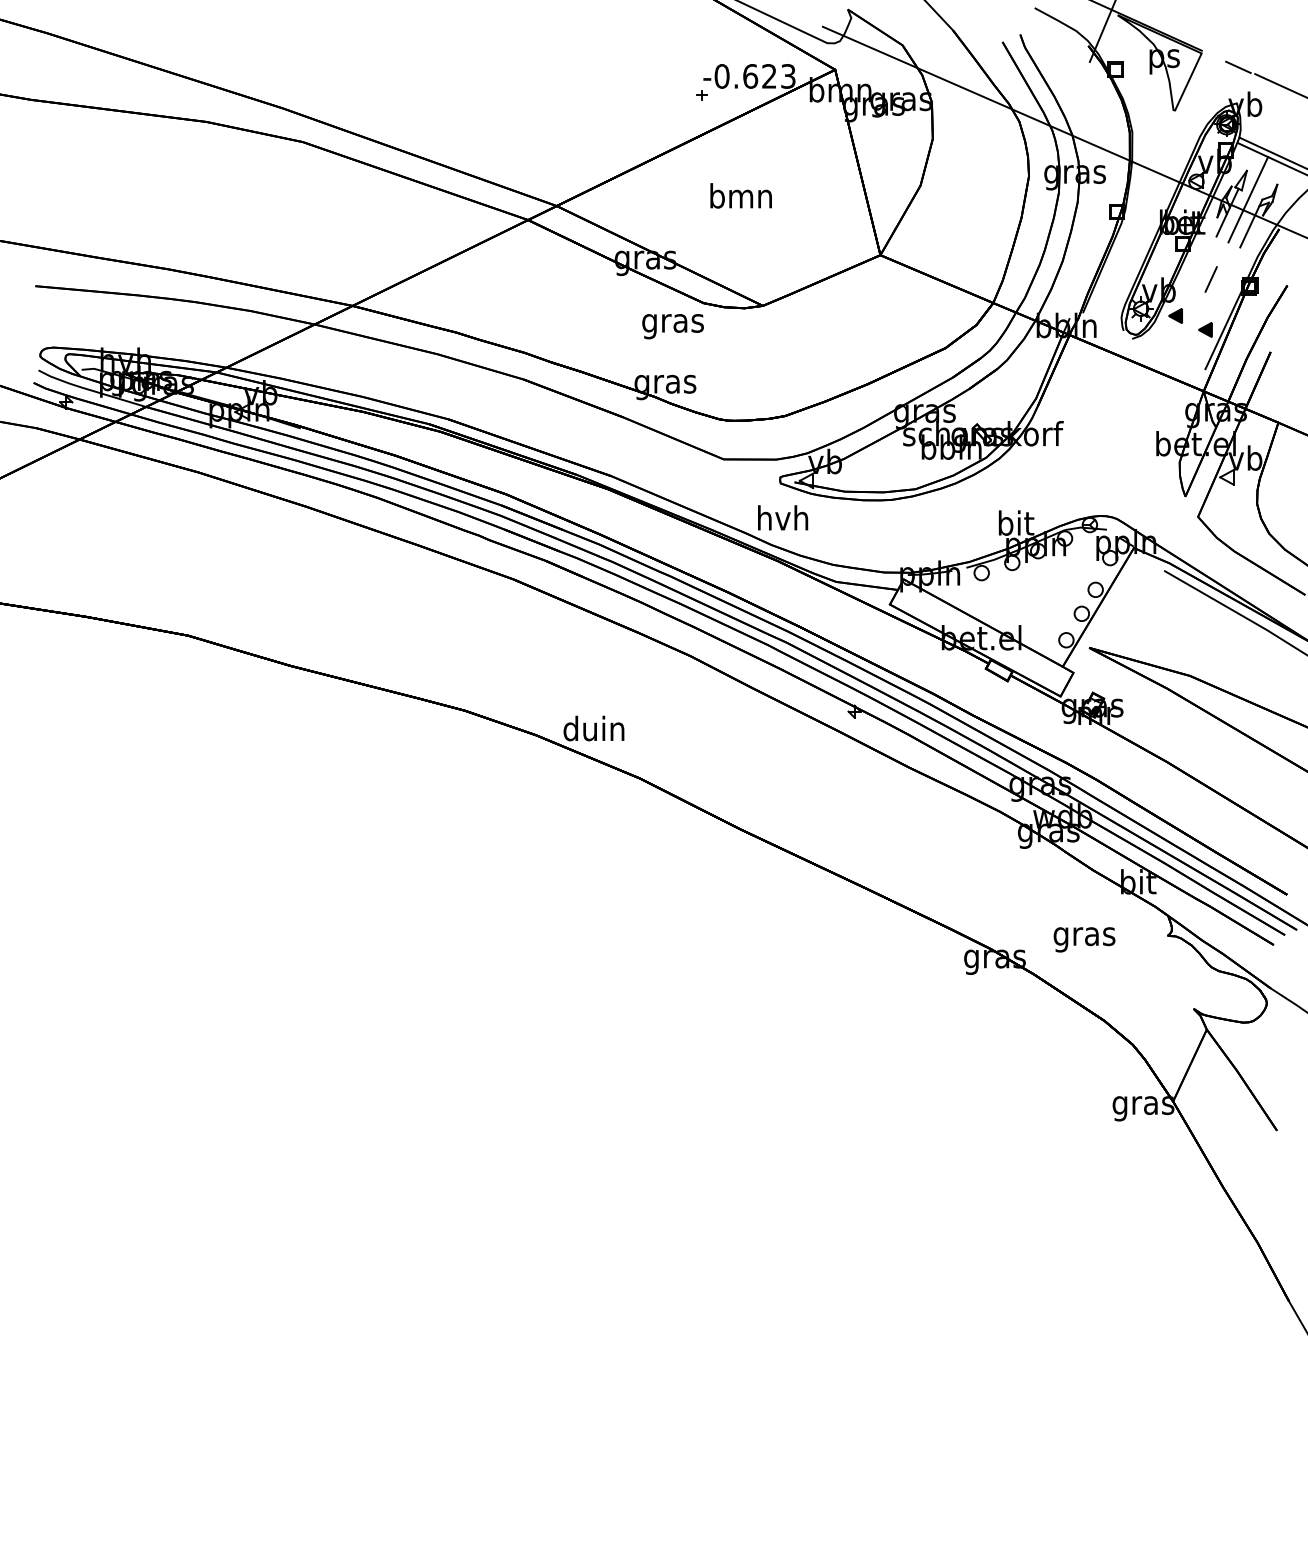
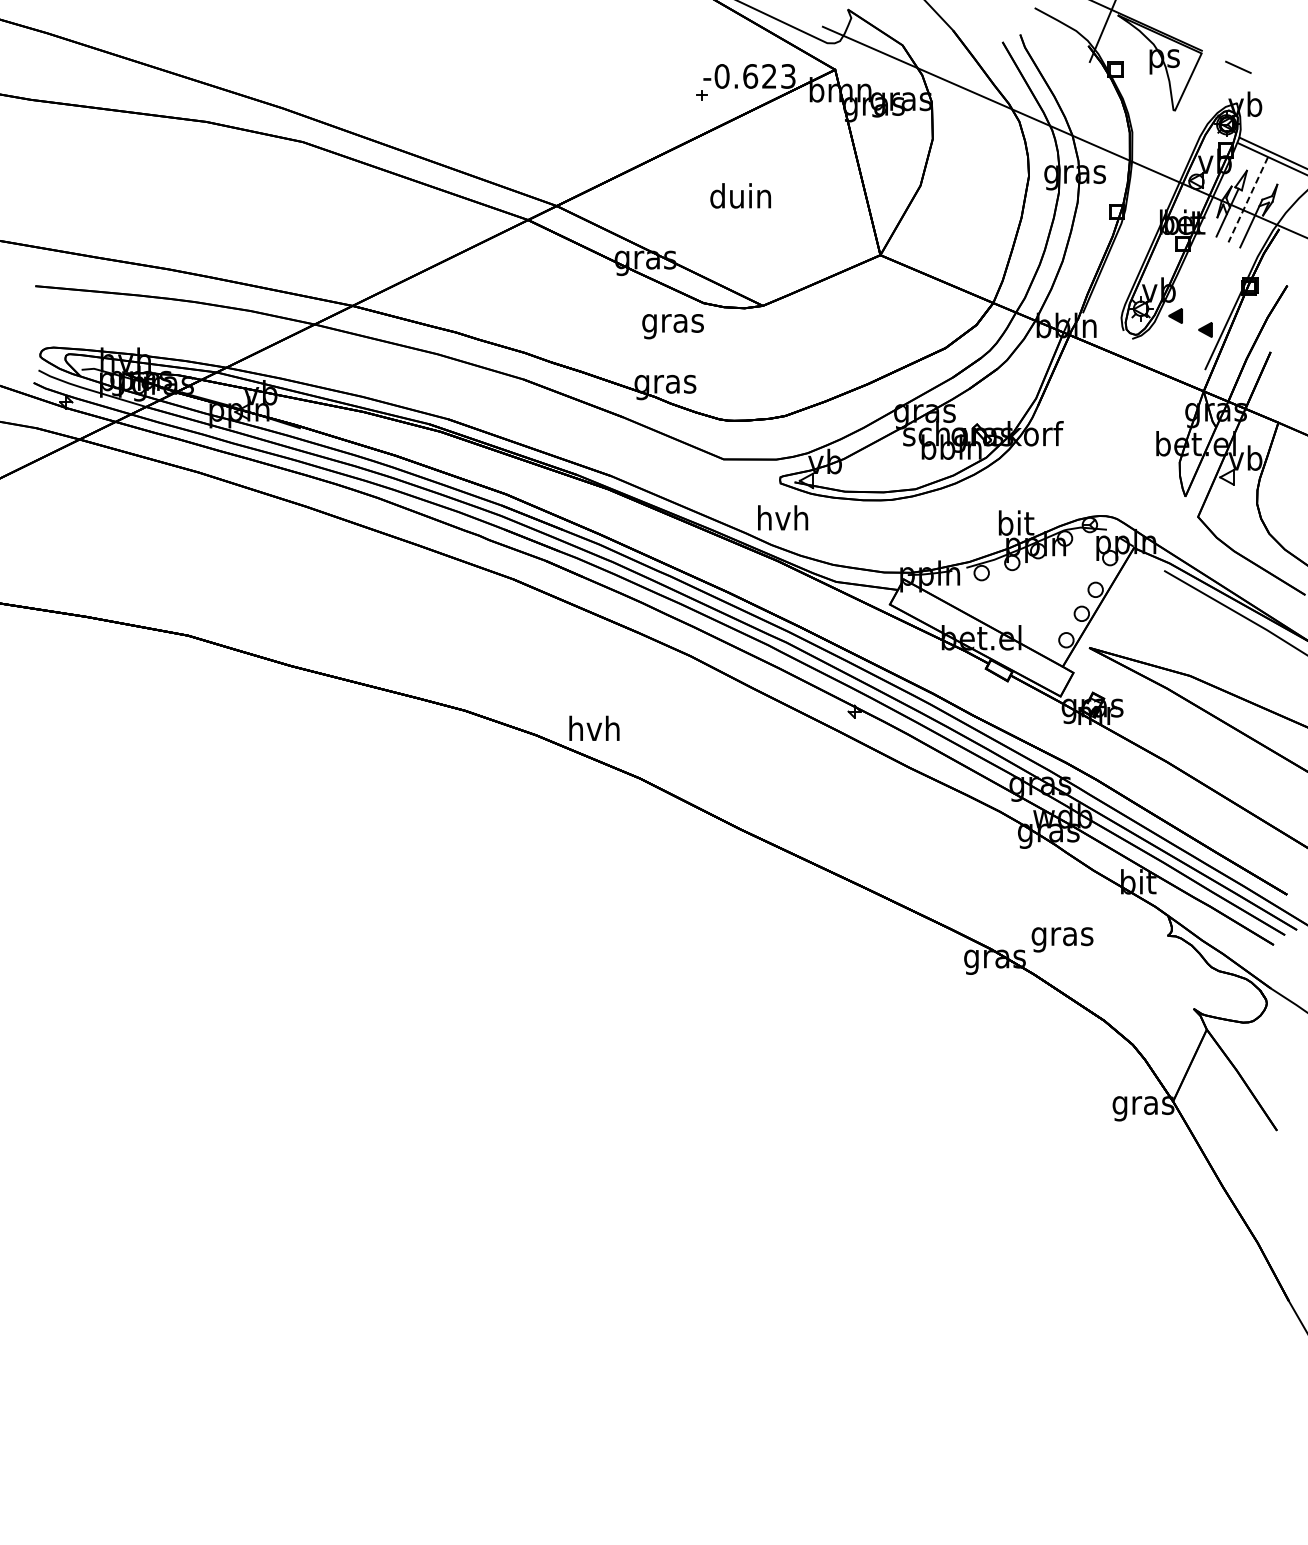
line at (1279, 85): present -> none
text at (740, 195): bmn -> duin
line at (1248, 200): solid -> dashed
line at (1210, 279): present -> none
text at (593, 728): duin -> hvh
text at (1084, 939) position: (1084, 939) -> (1062, 939)
